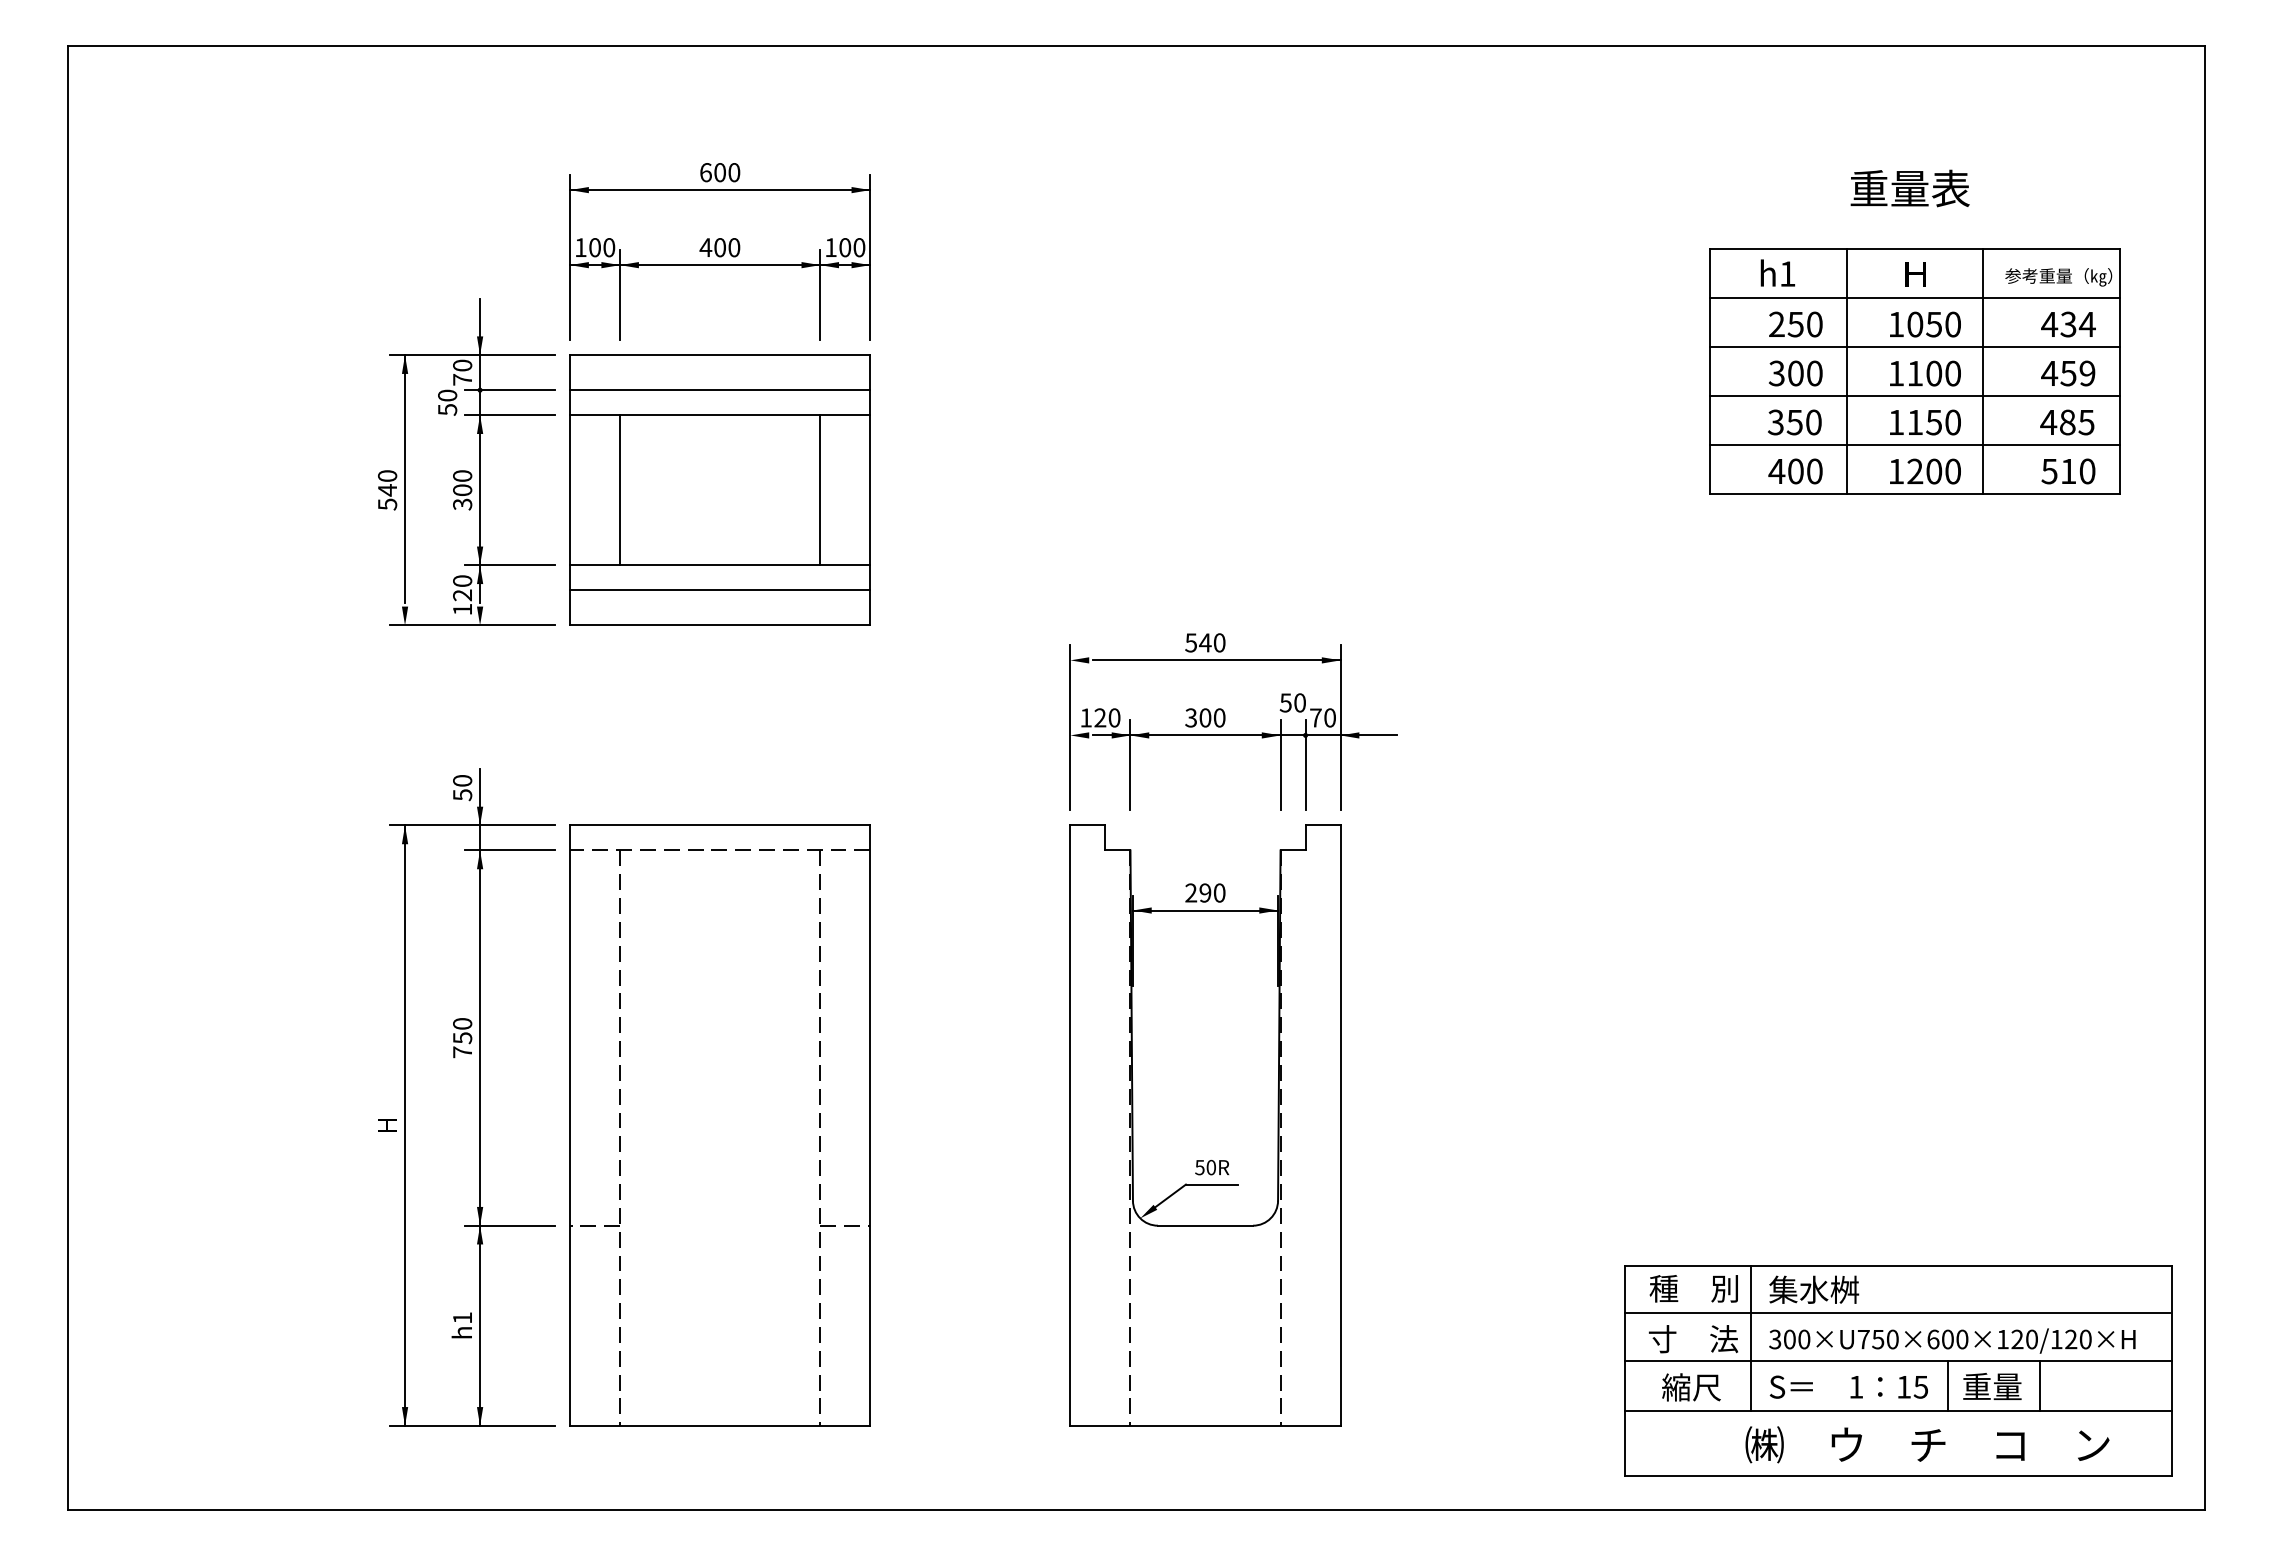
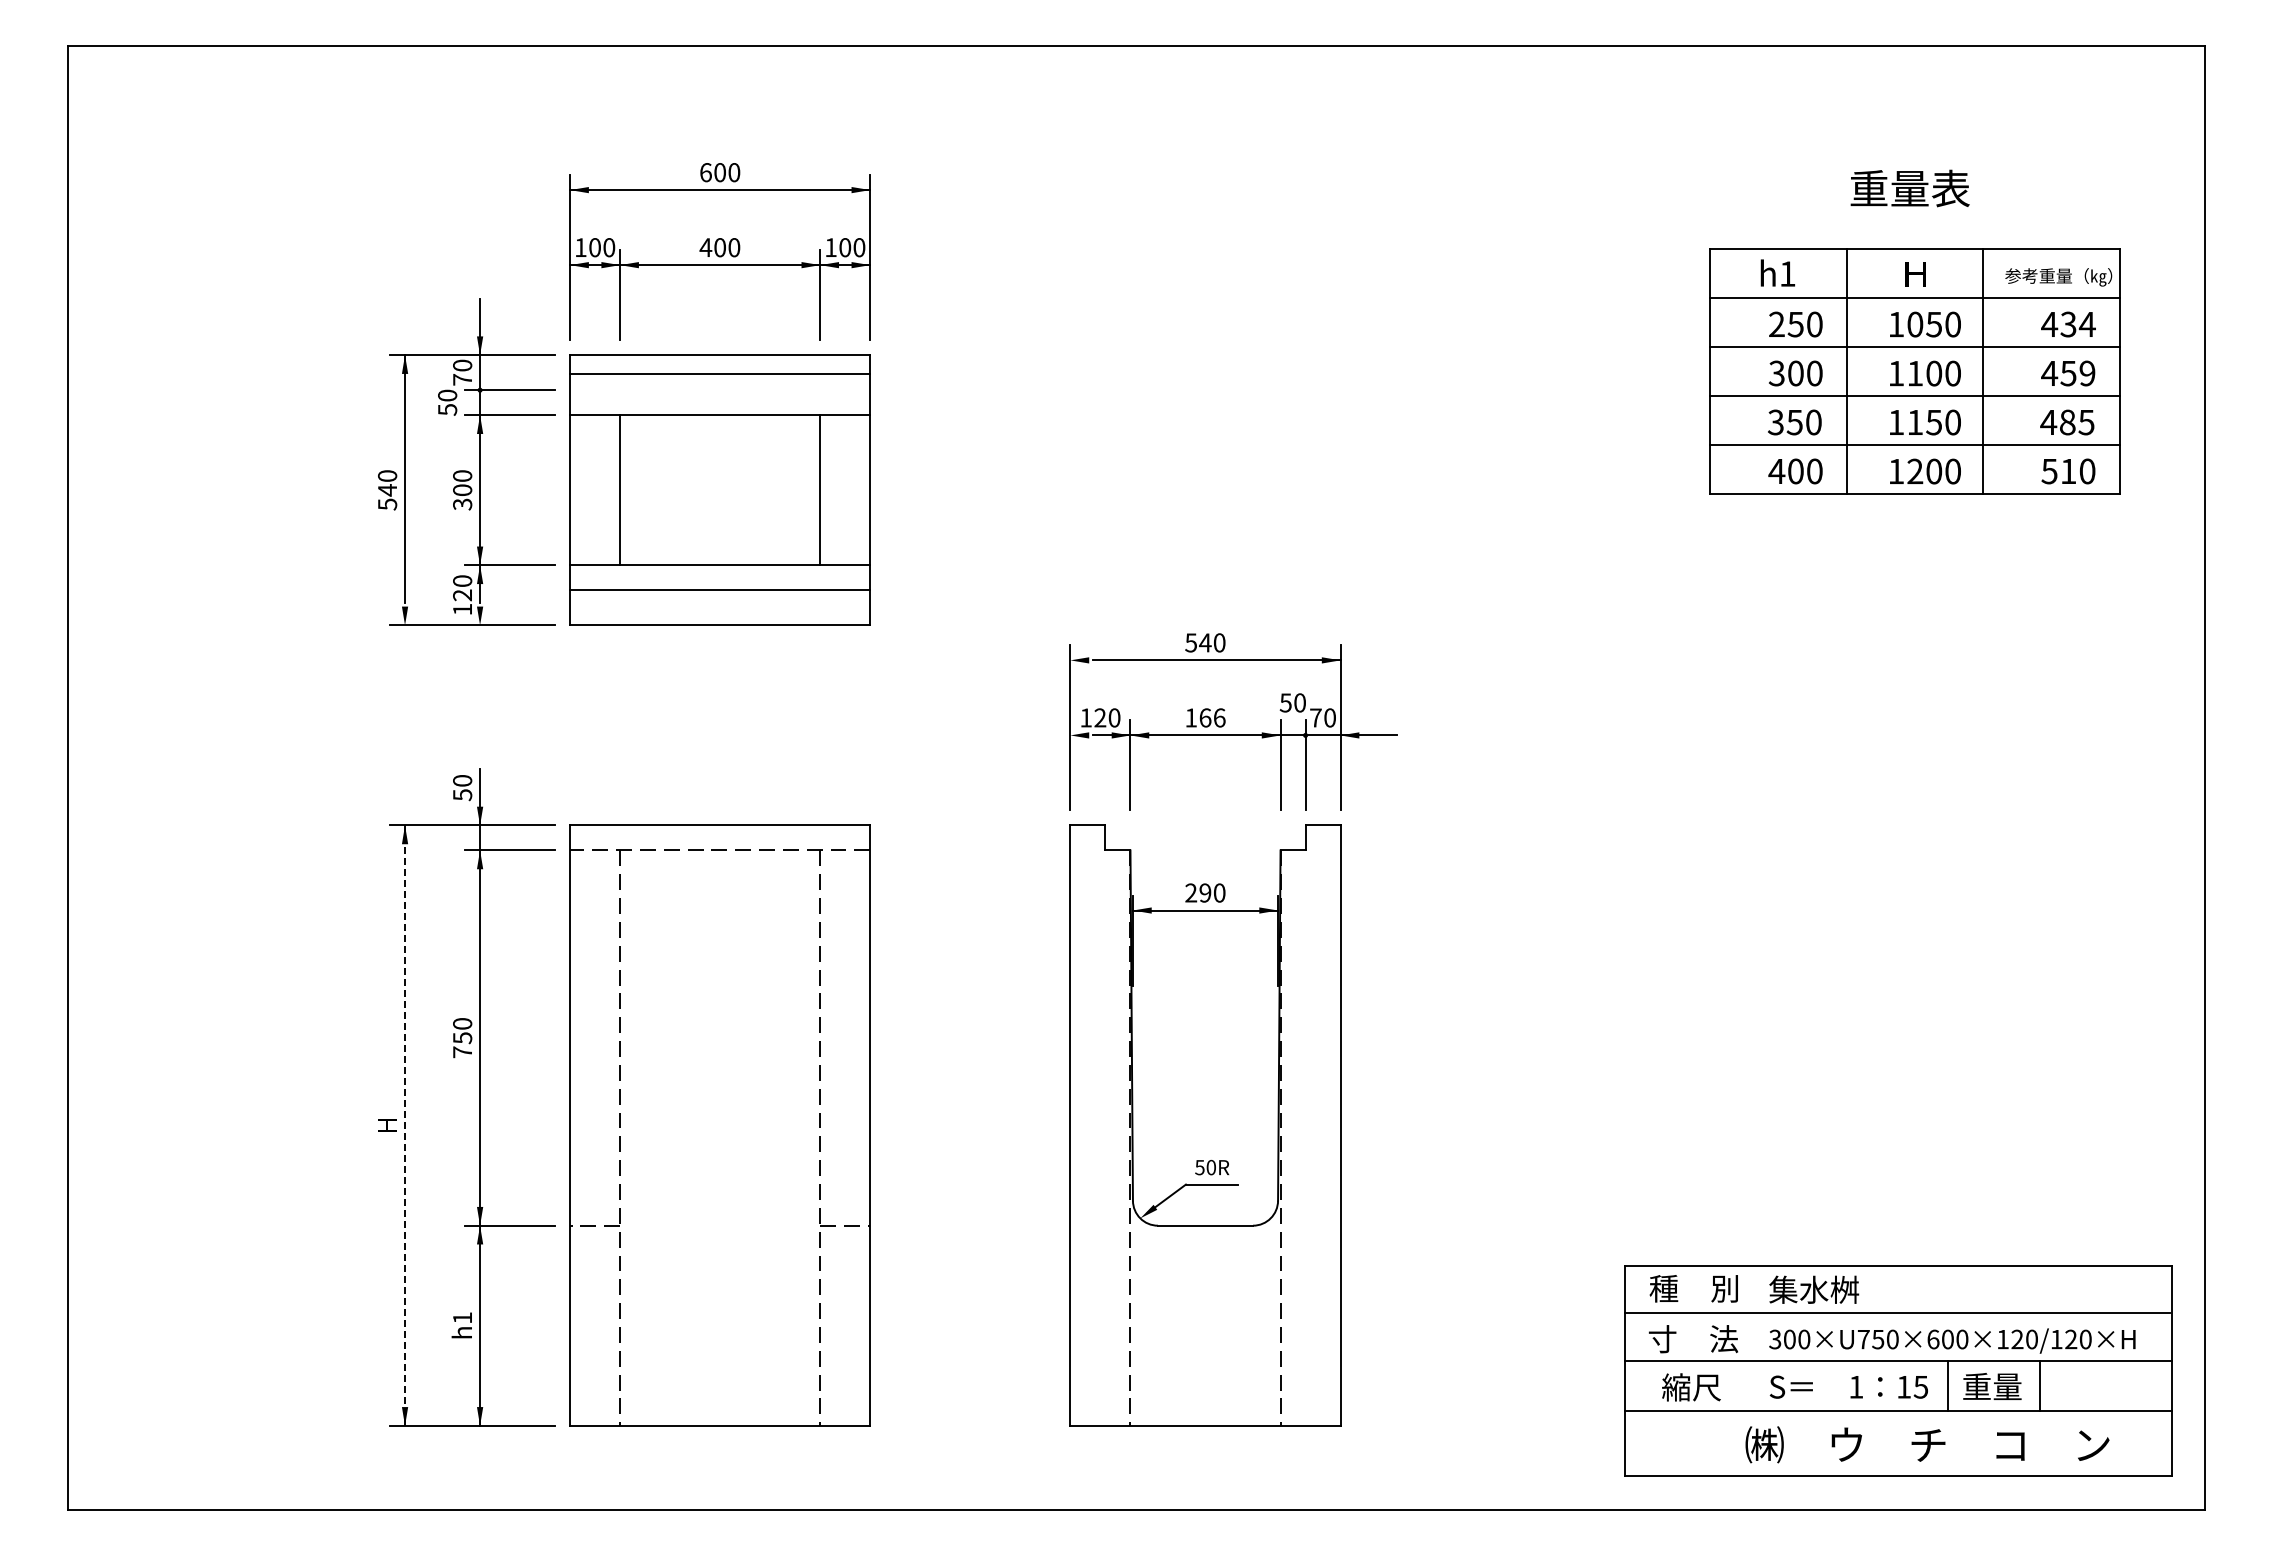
line at (720, 390) position: (720, 390) -> (720, 374)
text at (1205, 717): 300 -> 166
line at (405, 1126): solid -> dashed
line at (1750, 1338): present -> none
